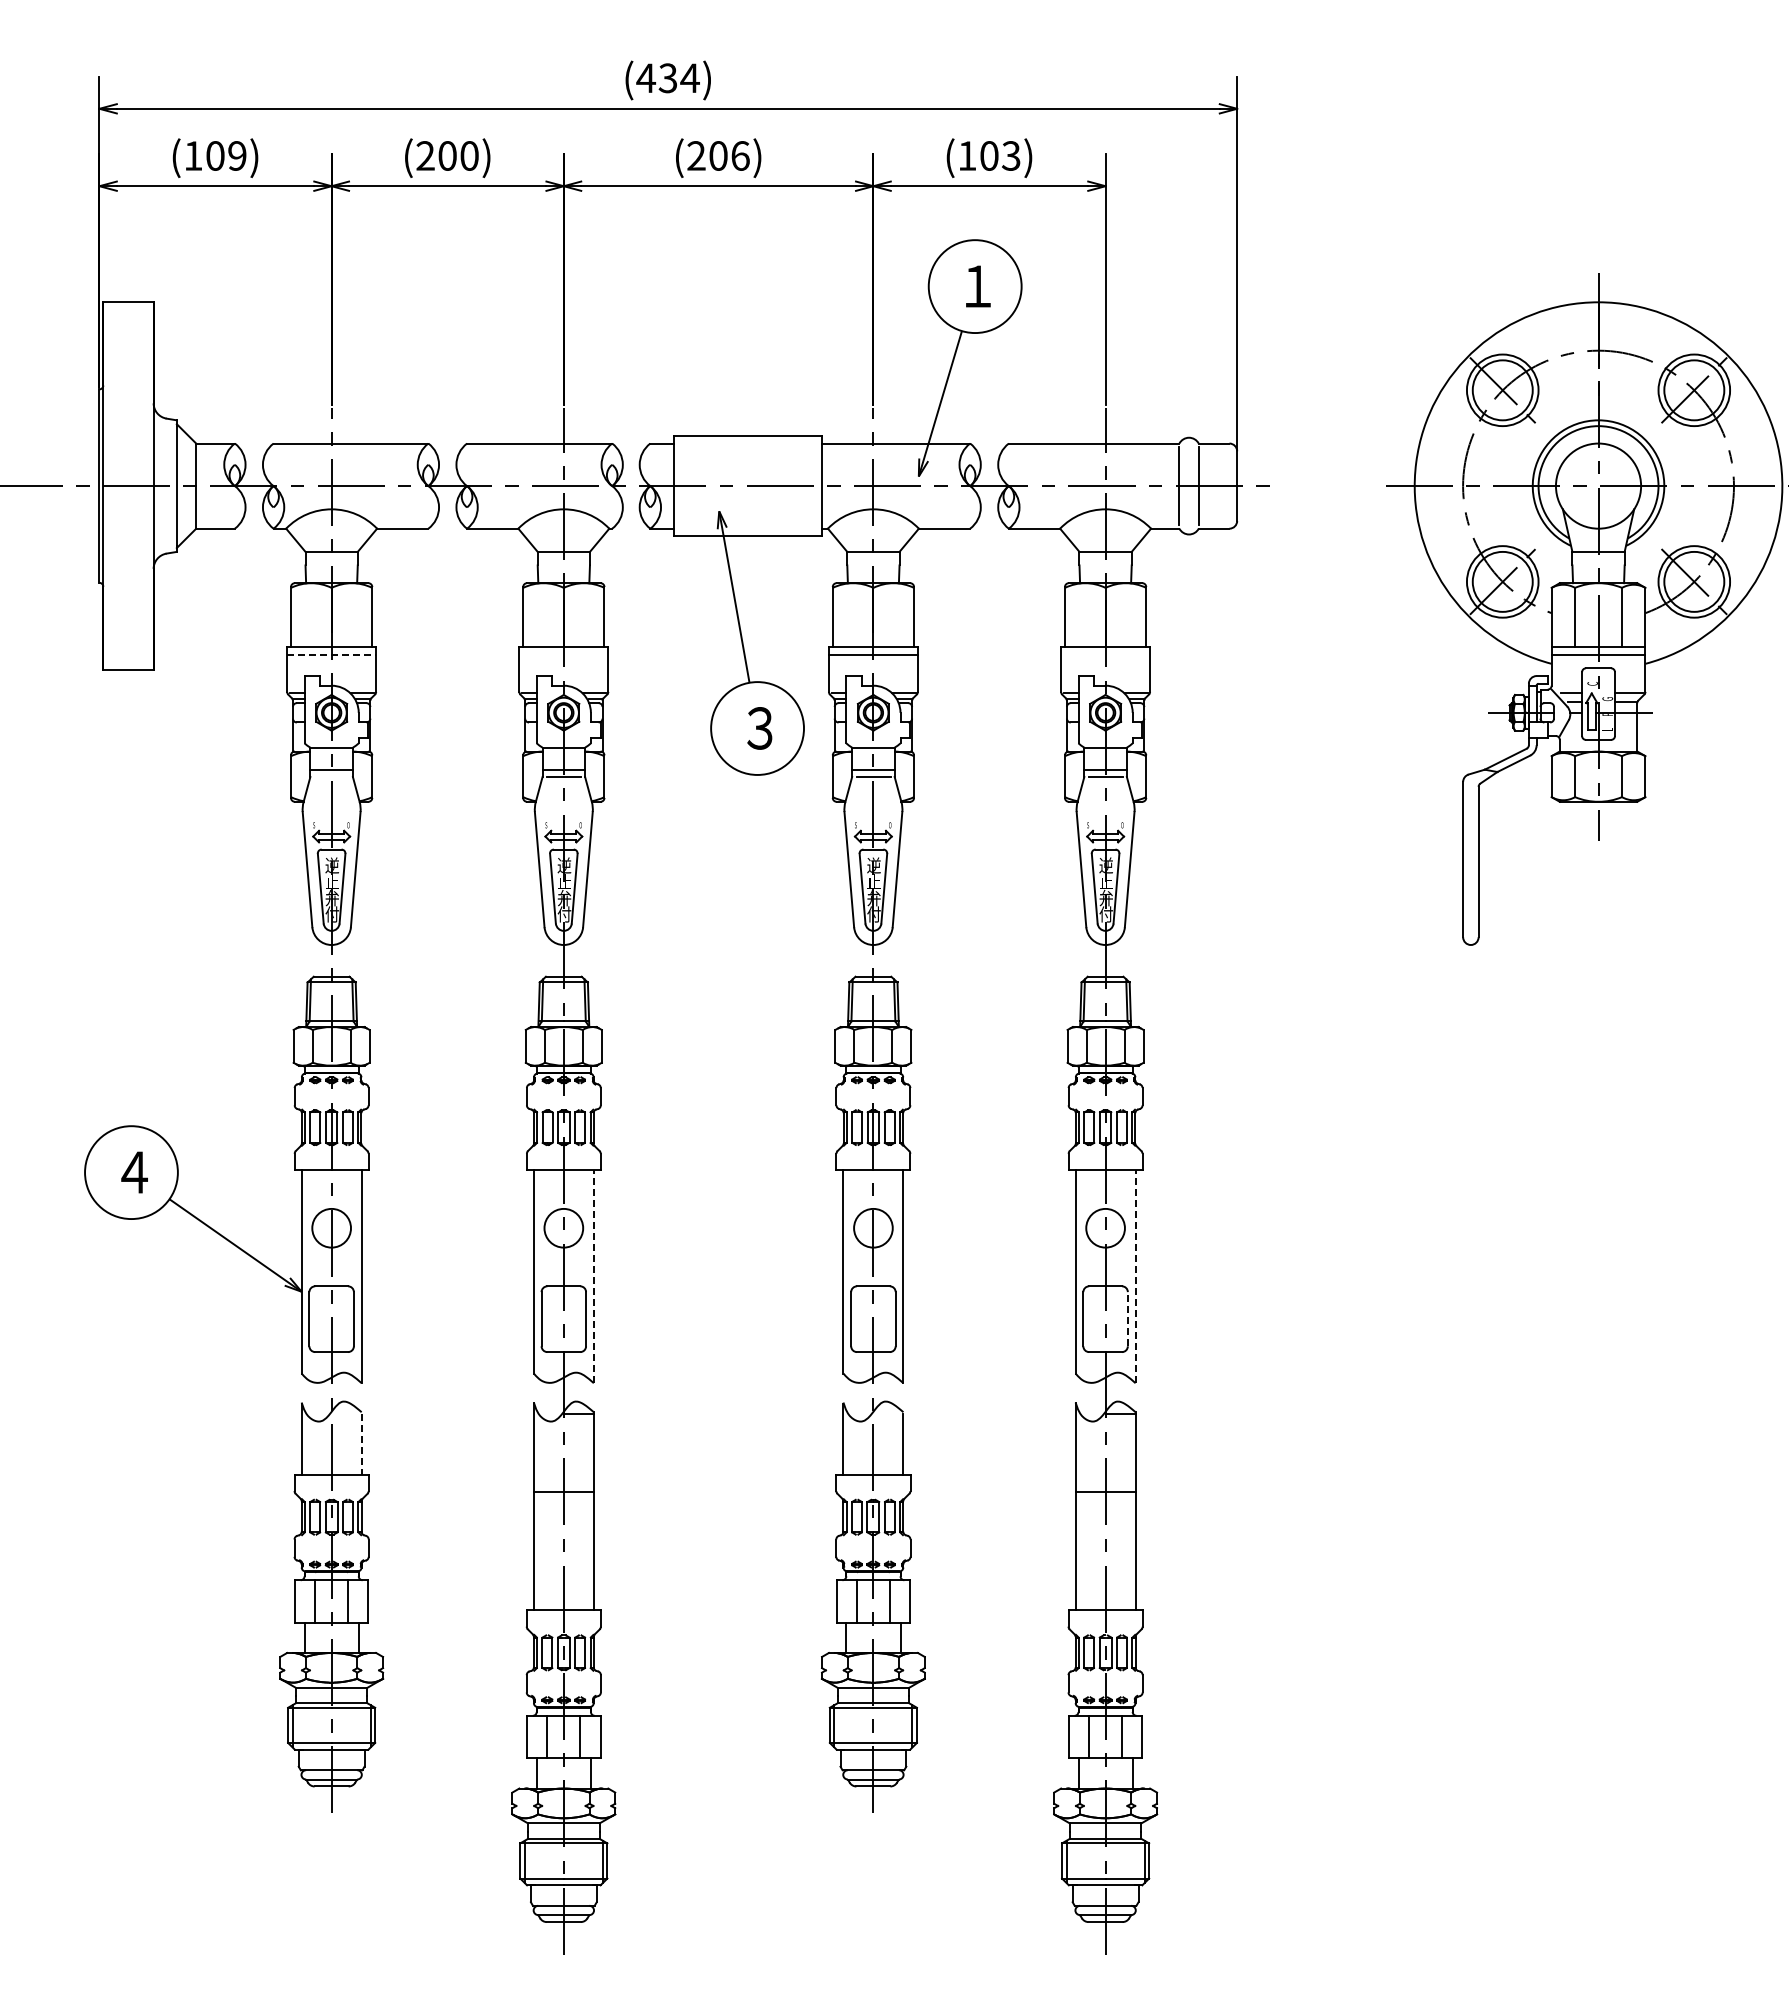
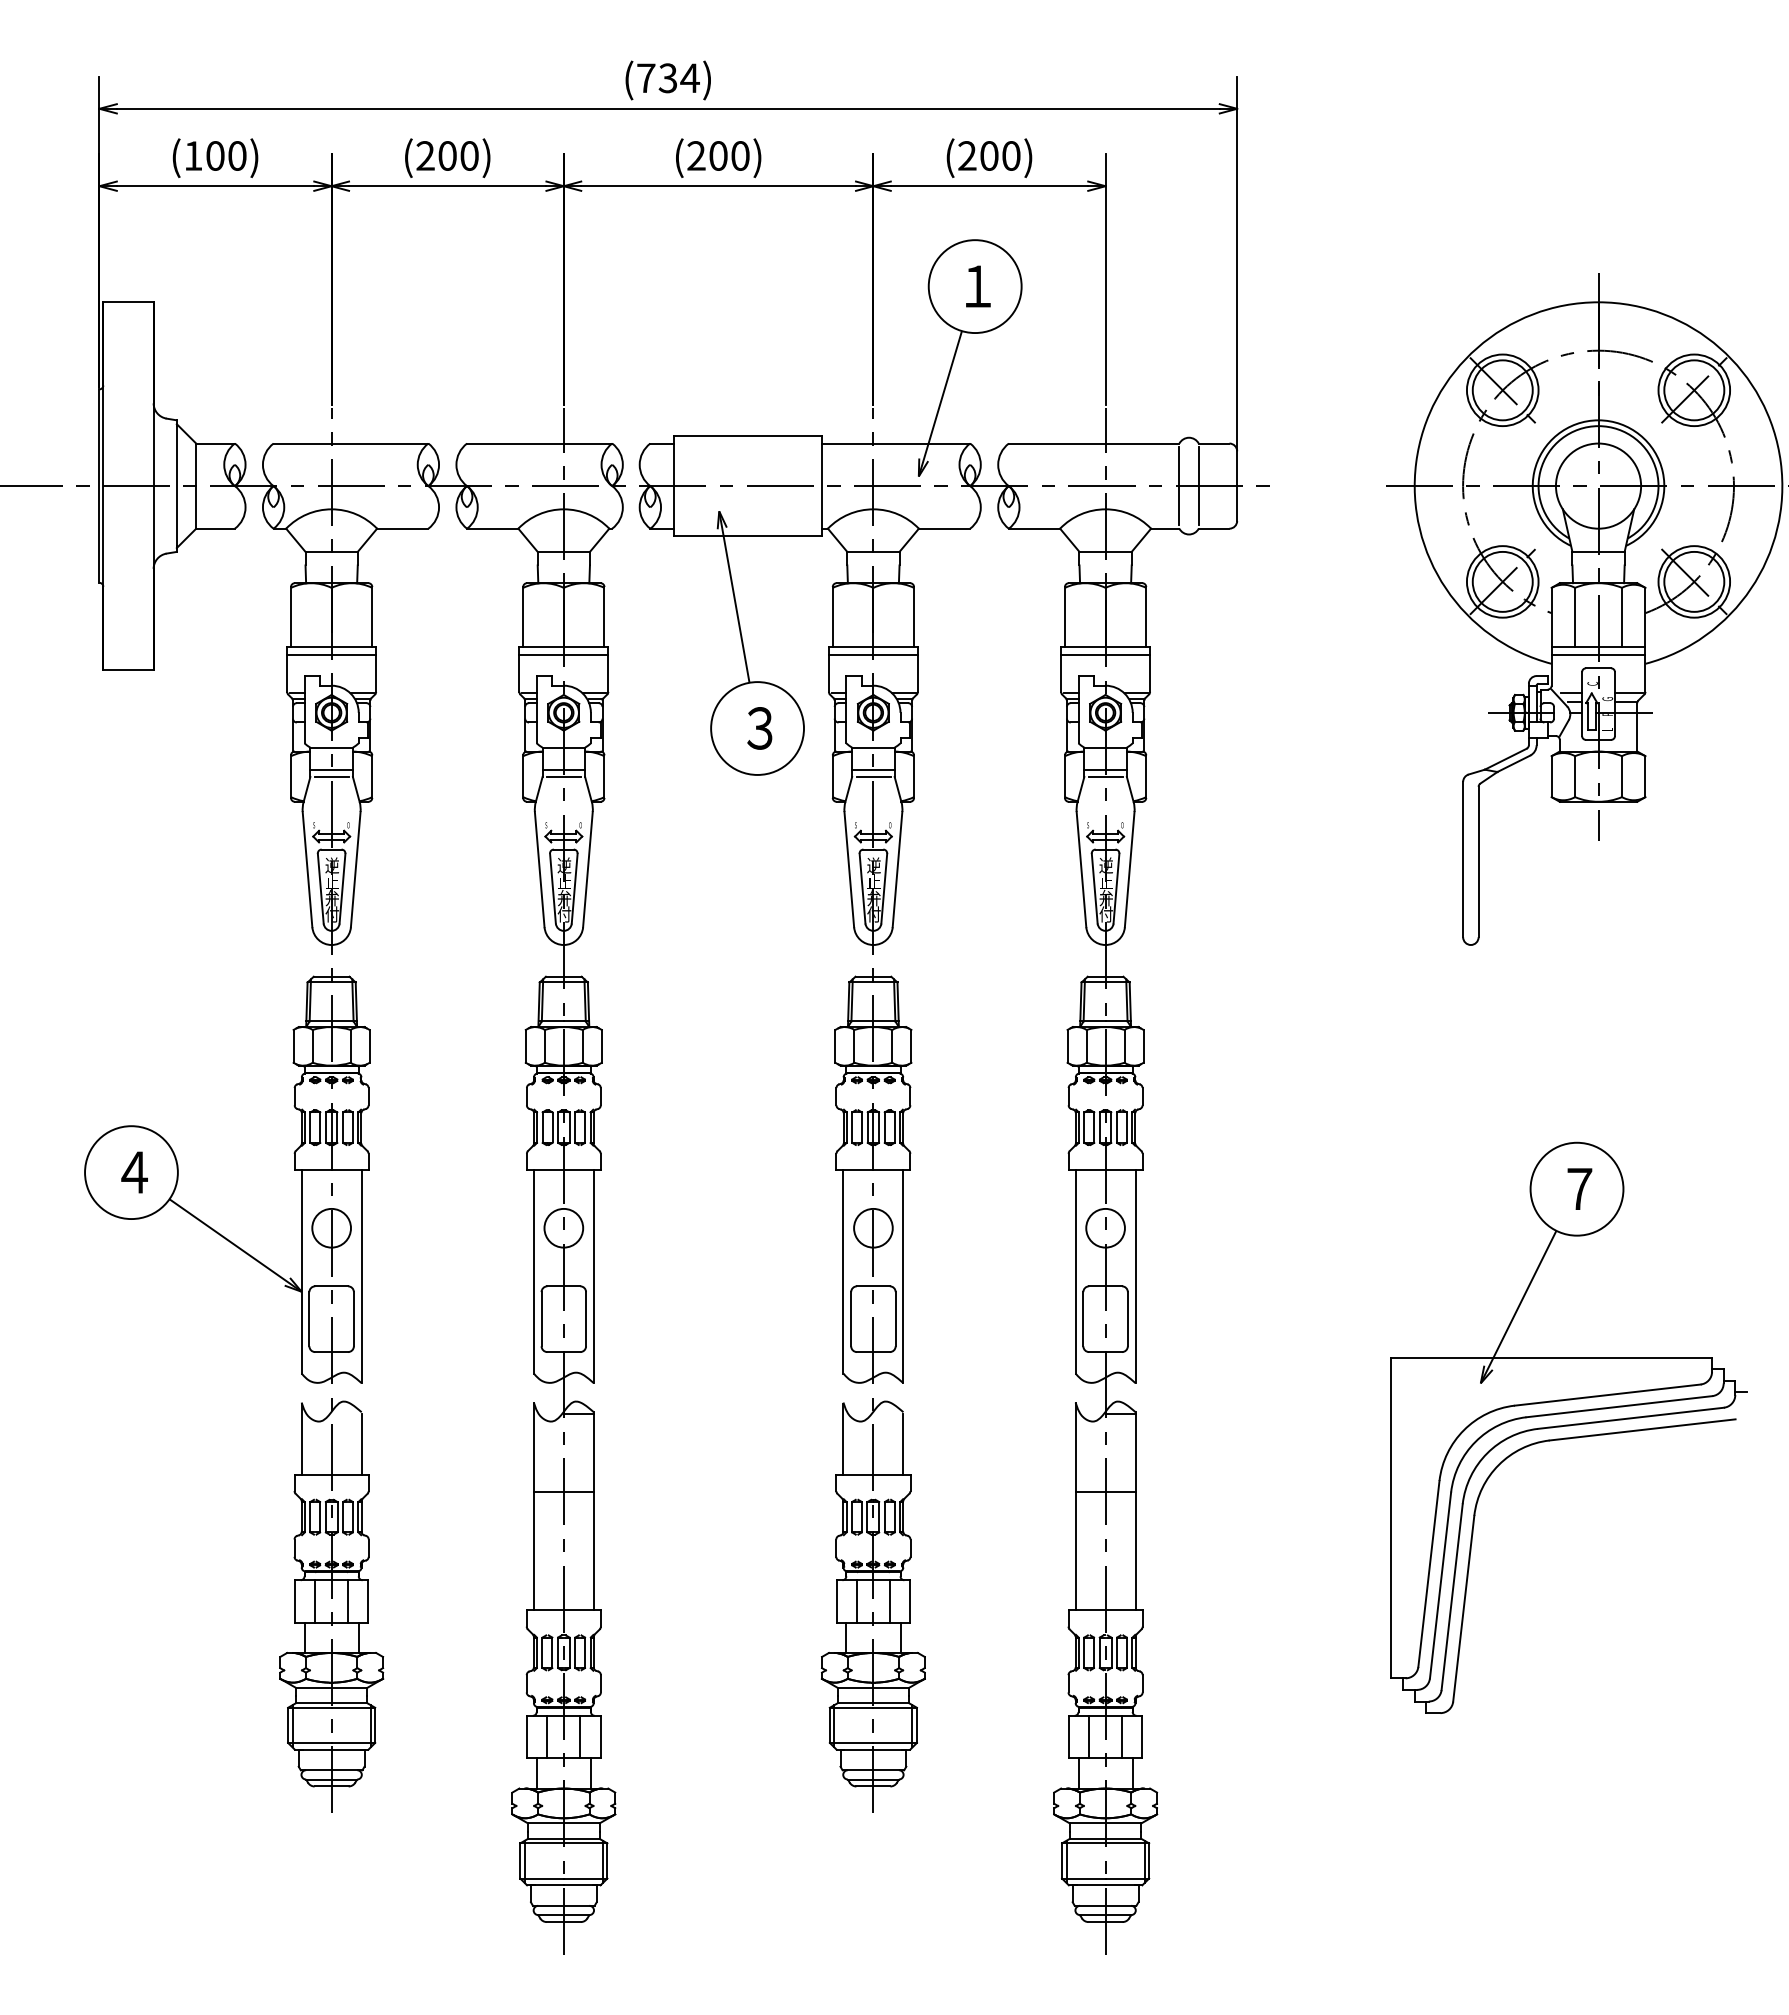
text at (646, 77): (434) -> (734)
text at (237, 155): (109) -> (100)
text at (740, 155): (206) -> (200)
text at (989, 155): (103) -> (200)
line at (331, 654): dashed -> solid
line at (563, 654): none -> present
line at (1105, 654): none -> present
line at (331, 777): none -> present
line at (593, 1276): dashed -> solid
line at (1135, 1276): dashed -> solid
line at (1127, 1318): dashed -> solid
part at (1568, 1427): none -> present
line at (361, 1444): dashed -> solid
